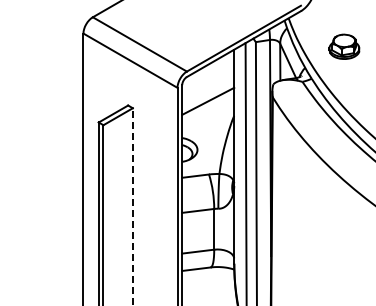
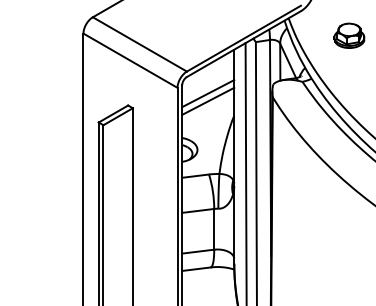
part at (344, 46) position: (344, 46) -> (349, 35)
line at (208, 93): none -> present
line at (132, 207): dashed -> solid
